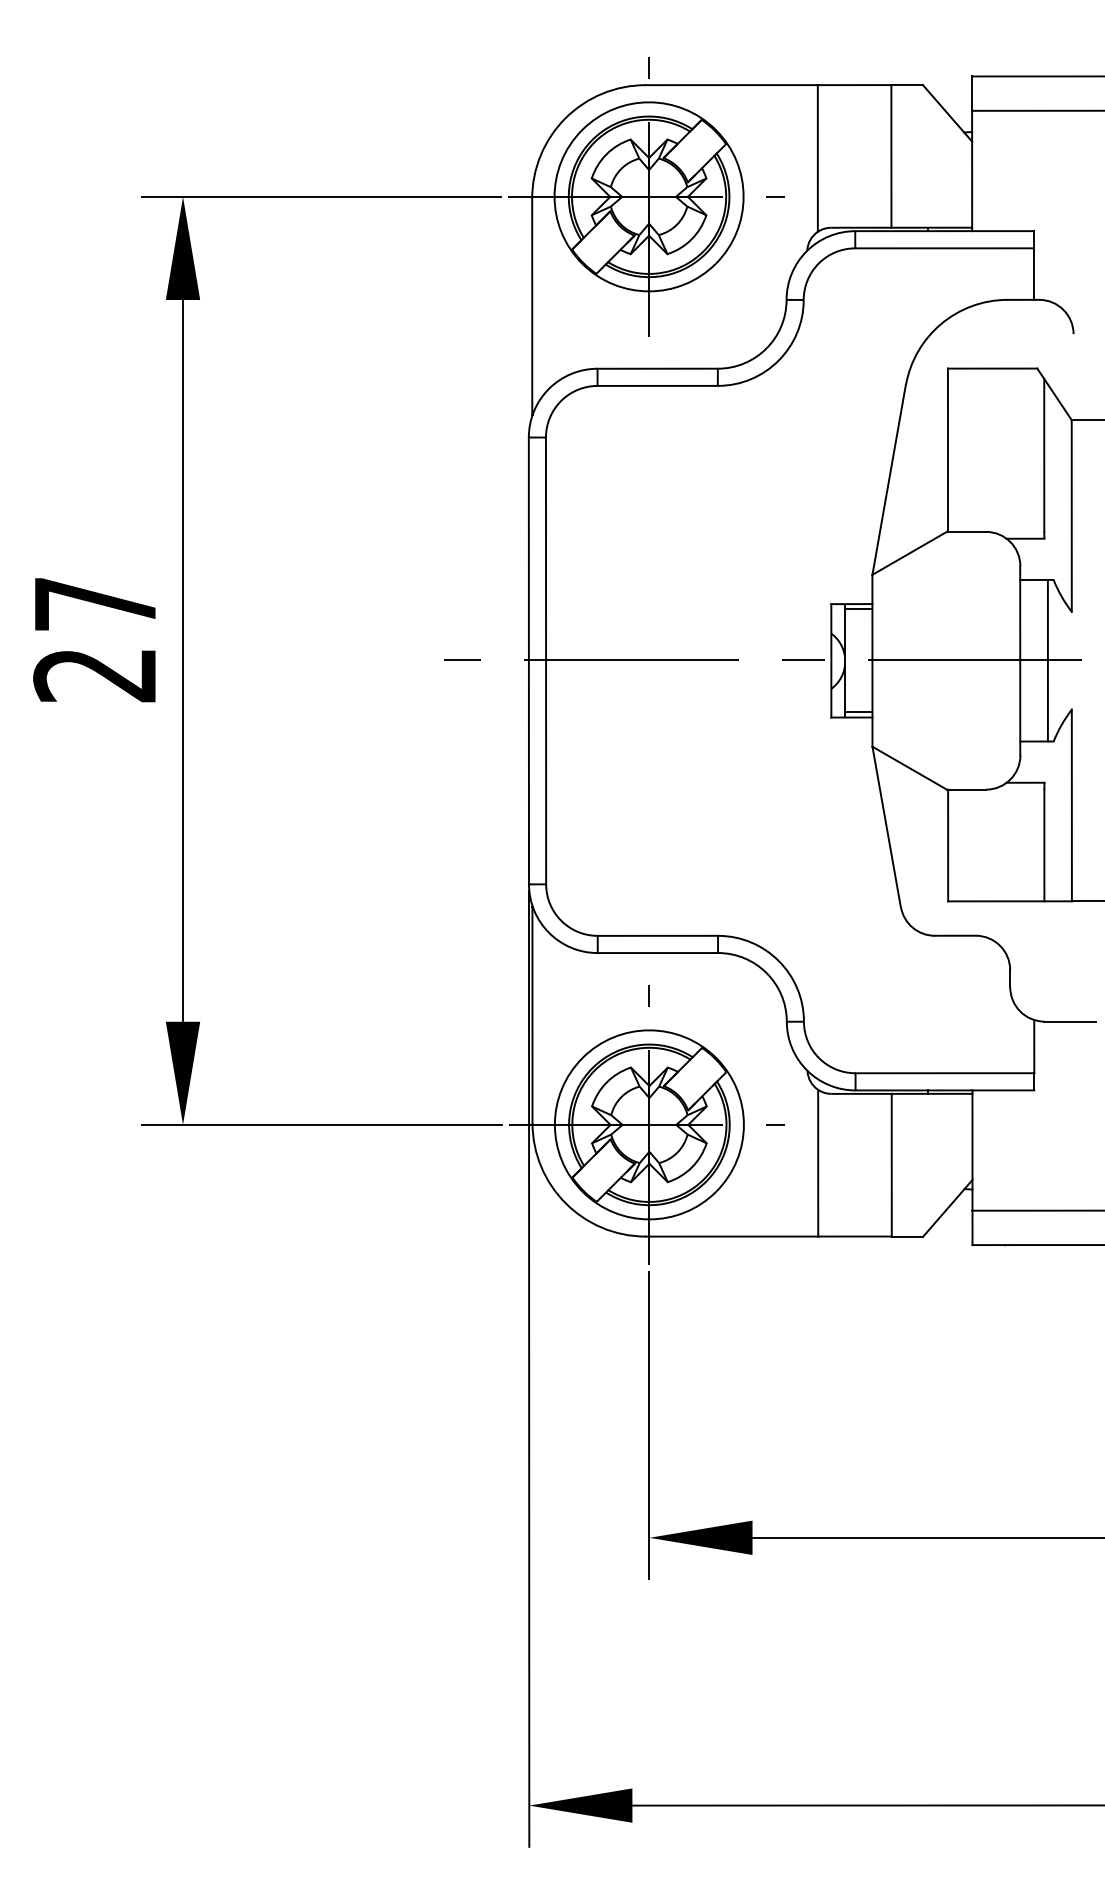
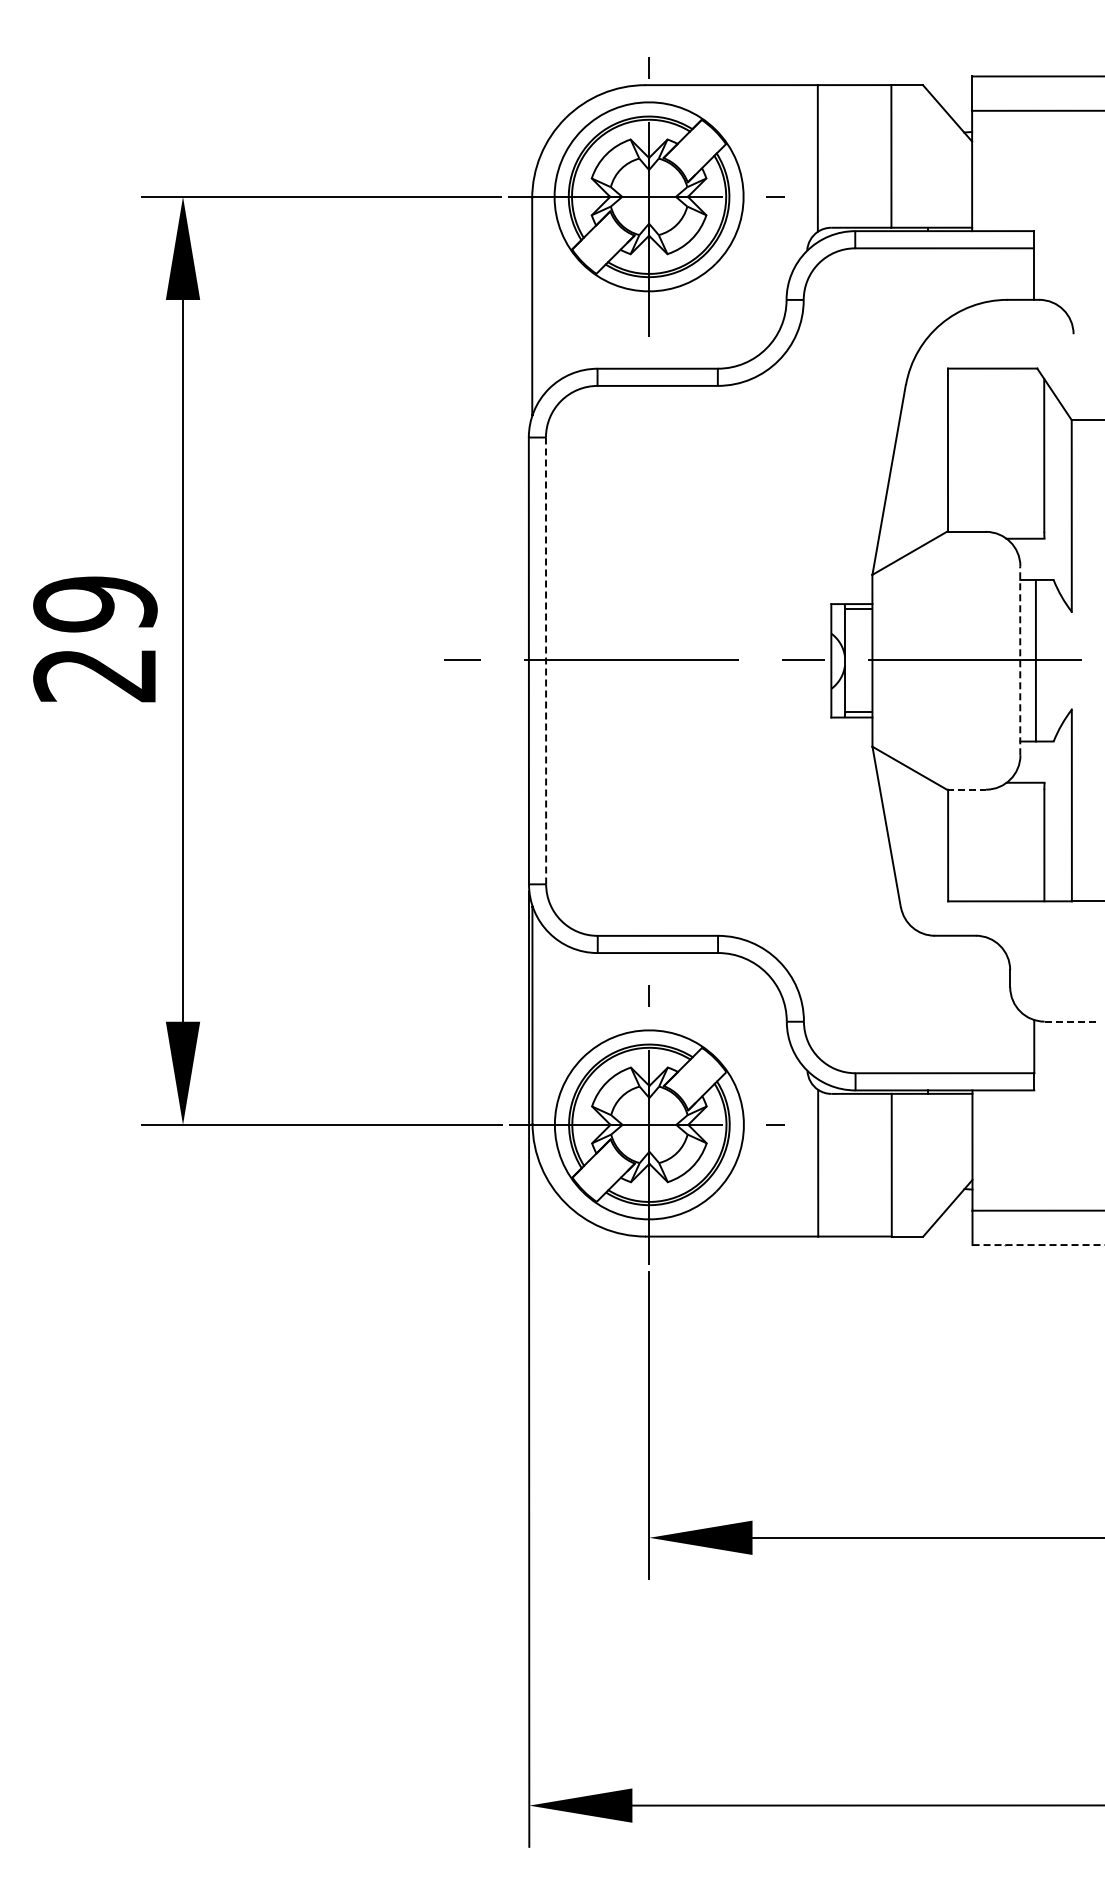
text at (95, 604): 27 -> 29
line at (1020, 660): solid -> dashed
line at (1047, 660) position: (1047, 660) -> (1035, 660)
line at (546, 661): solid -> dashed
line at (966, 789): solid -> dashed
line at (1070, 1021): solid -> dashed
line at (1038, 1245): solid -> dashed
